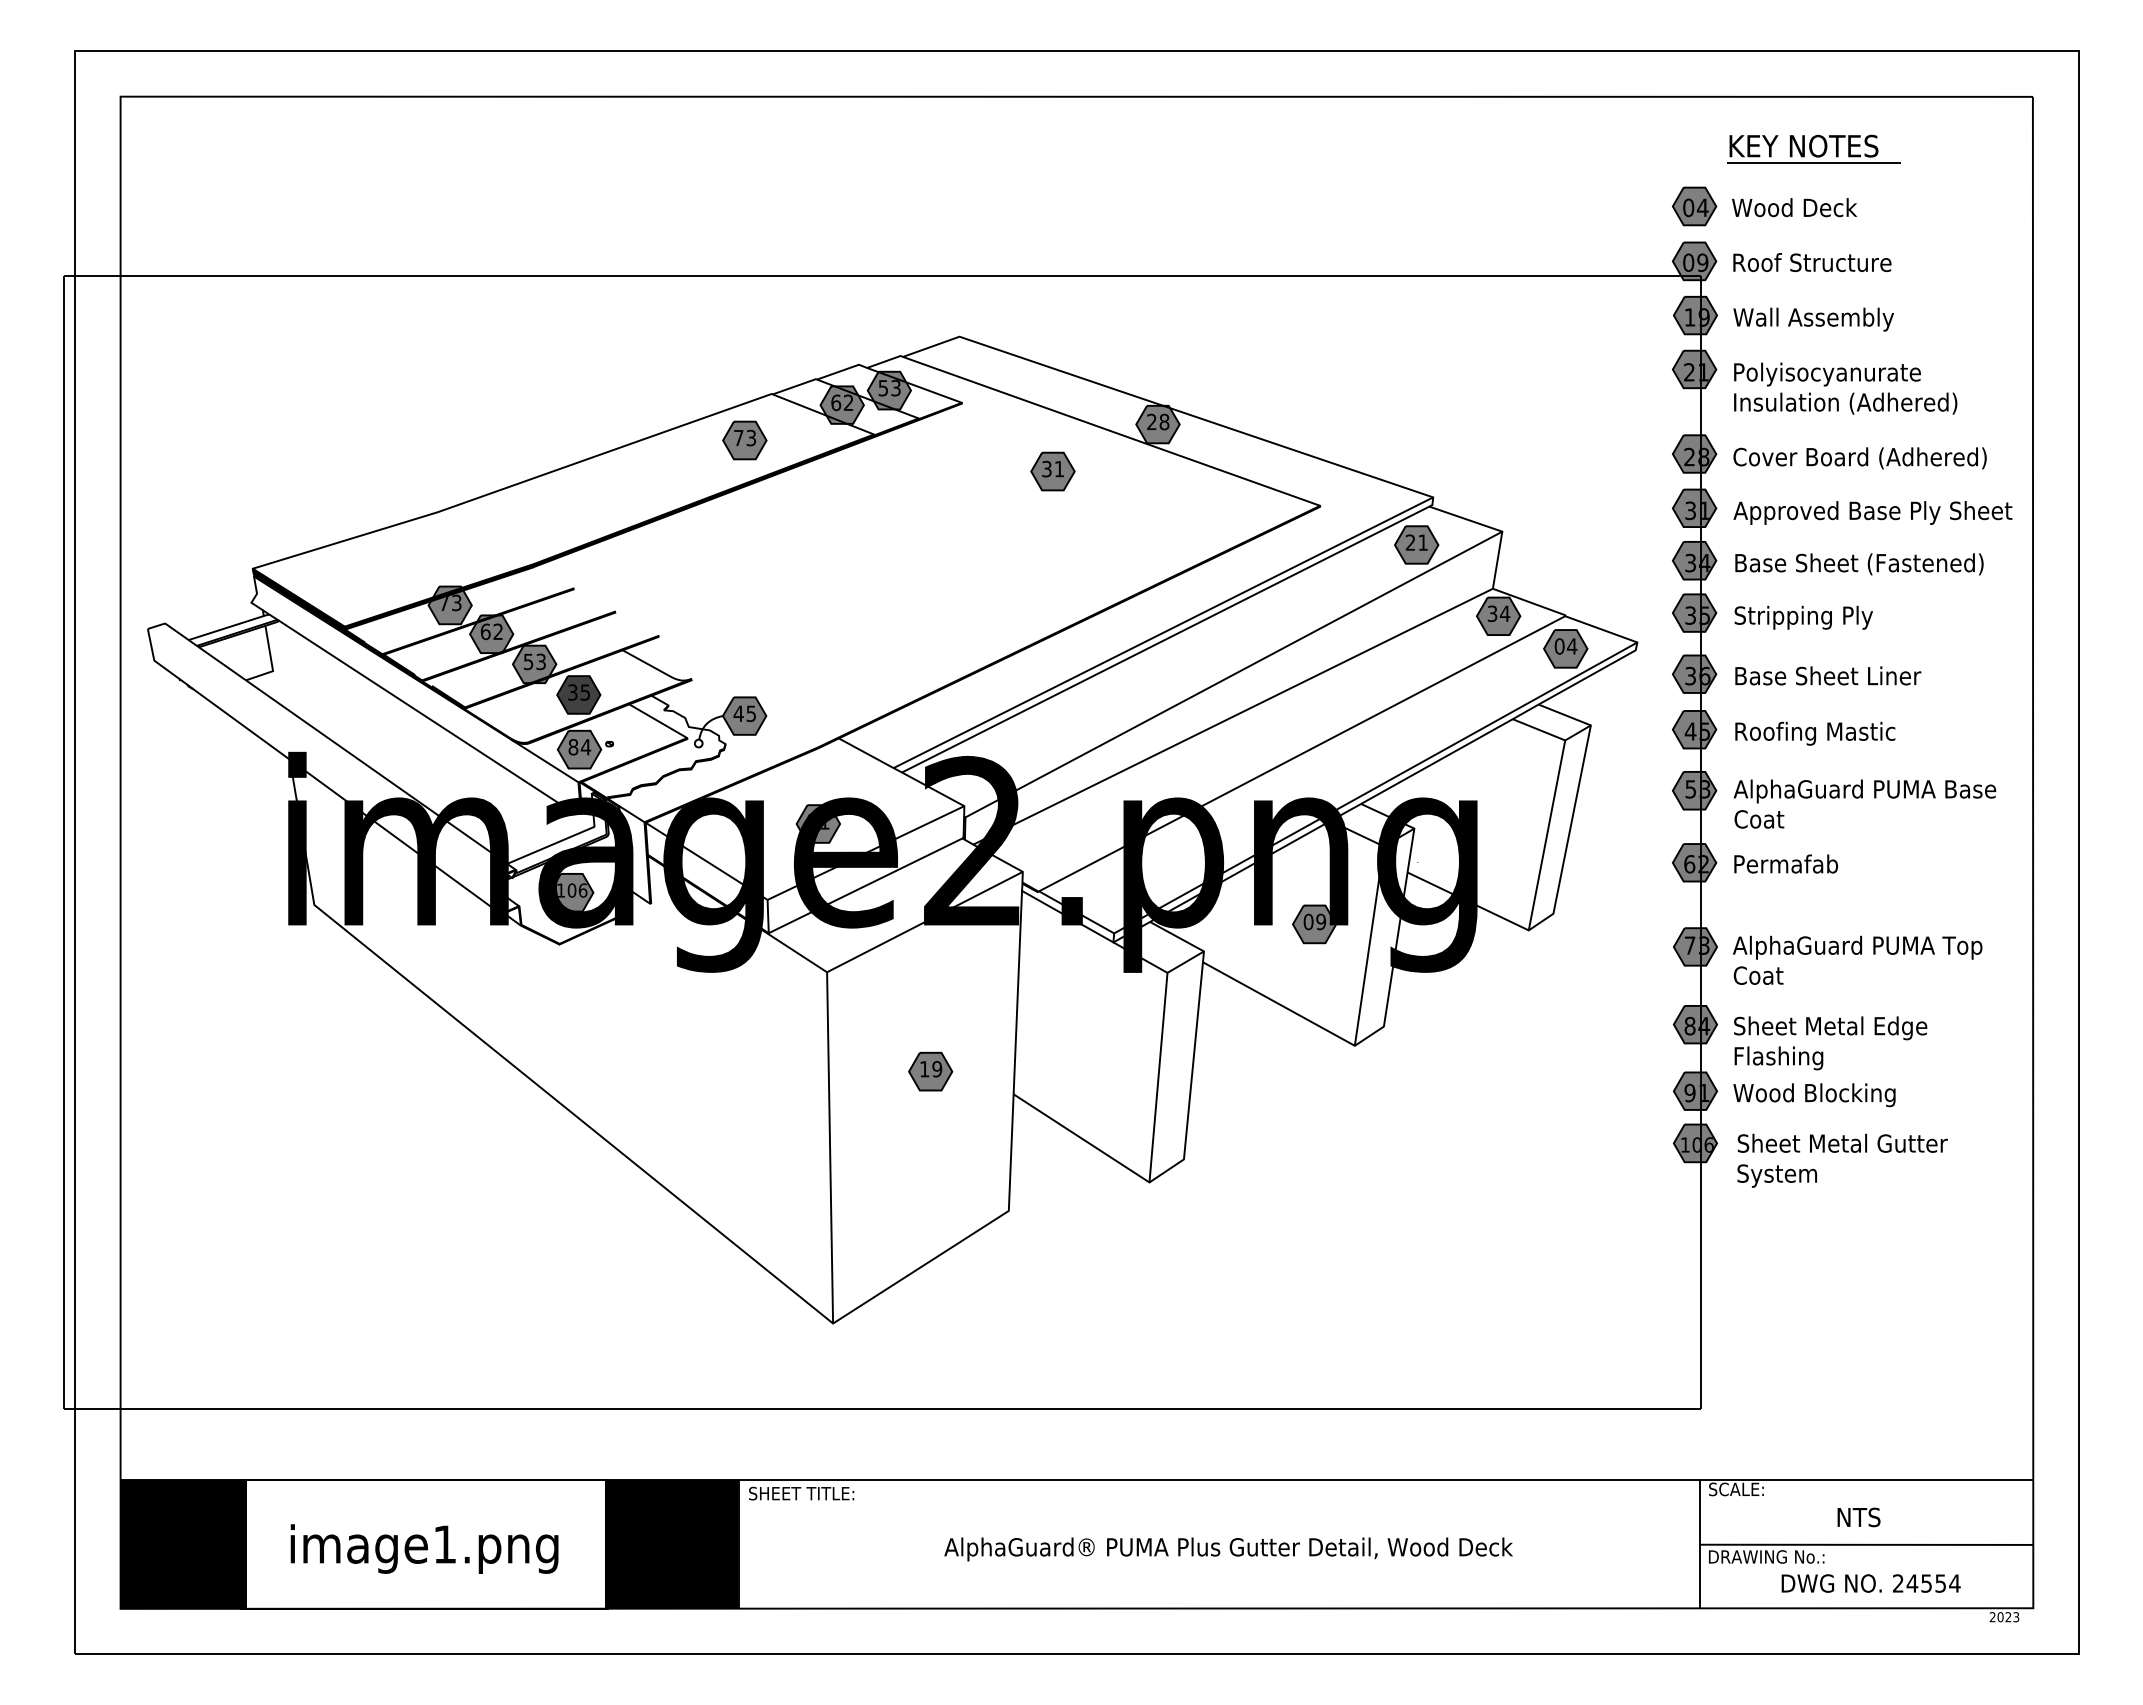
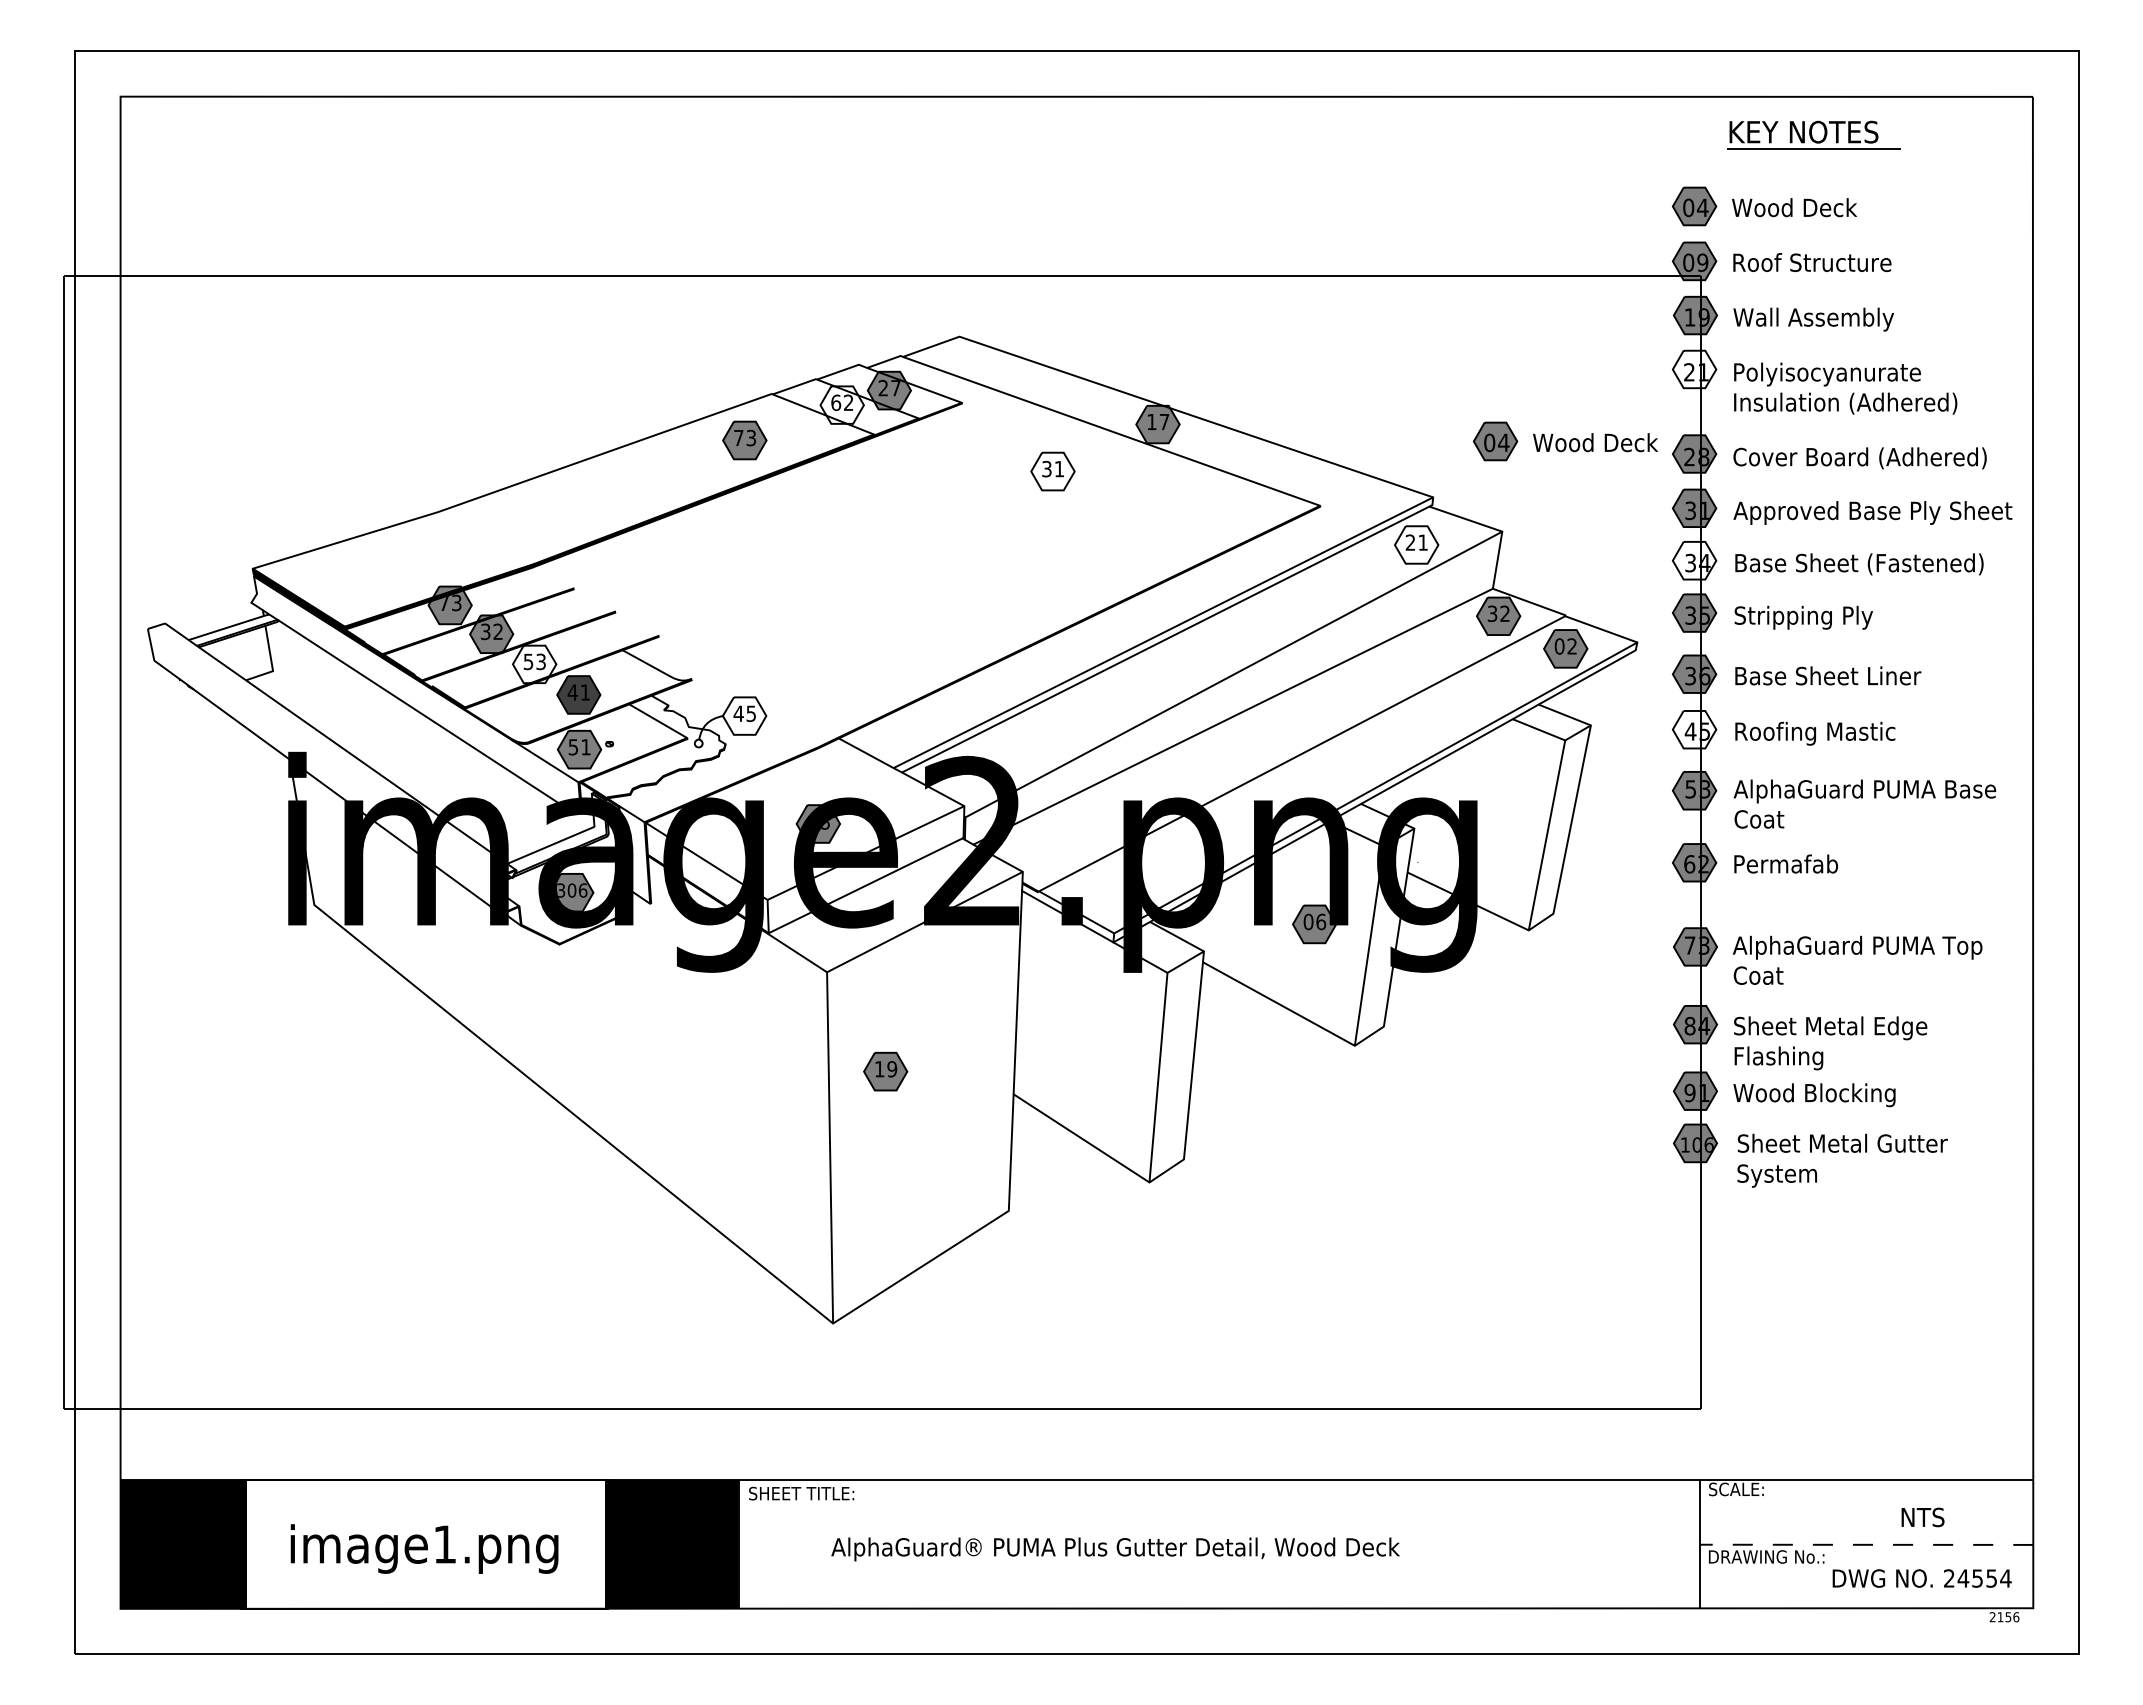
part at (1813, 148) position: (1813, 148) -> (1813, 134)
fill at (1694, 369): present -> none
text at (889, 388): 53 -> 27
fill at (841, 404): present -> none
text at (1158, 421): 28 -> 17
part at (1565, 441): none -> present
fill at (1052, 471): present -> none
fill at (1416, 544): present -> none
fill at (1694, 560): present -> none
text at (1505, 613): 34 -> 32
text at (485, 631): 62 -> 32
text at (1572, 646): 04 -> 02
fill at (534, 664): present -> none
text at (578, 692): 35 -> 41
fill at (744, 715): present -> none
fill at (1694, 729): present -> none
text at (579, 747): 84 -> 51
text at (818, 821): 91 -> 48
text at (561, 890): 106 -> 306
text at (1321, 921): 09 -> 06
part at (930, 1071) position: (930, 1071) -> (885, 1071)
text at (1858, 1517) position: (1858, 1517) -> (1922, 1517)
line at (1866, 1544): solid -> dashed
text at (1228, 1549) position: (1228, 1549) -> (1115, 1549)
text at (1870, 1583) position: (1870, 1583) -> (1921, 1578)
text at (2008, 1617): 2023 -> 2156
